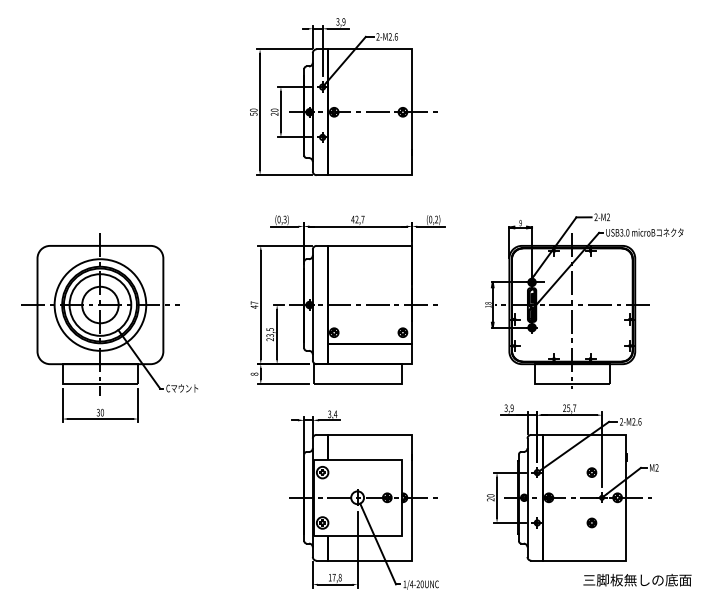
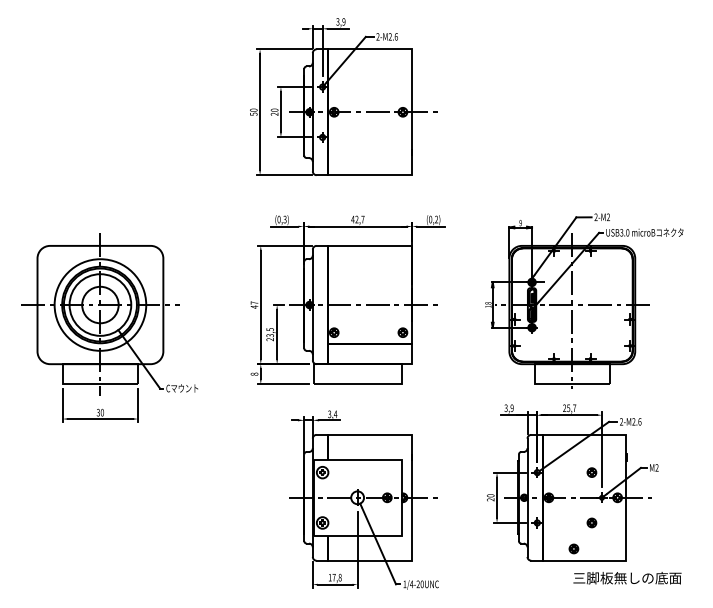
part at (573, 548): none -> present
text at (637, 580) position: (637, 580) -> (627, 578)
